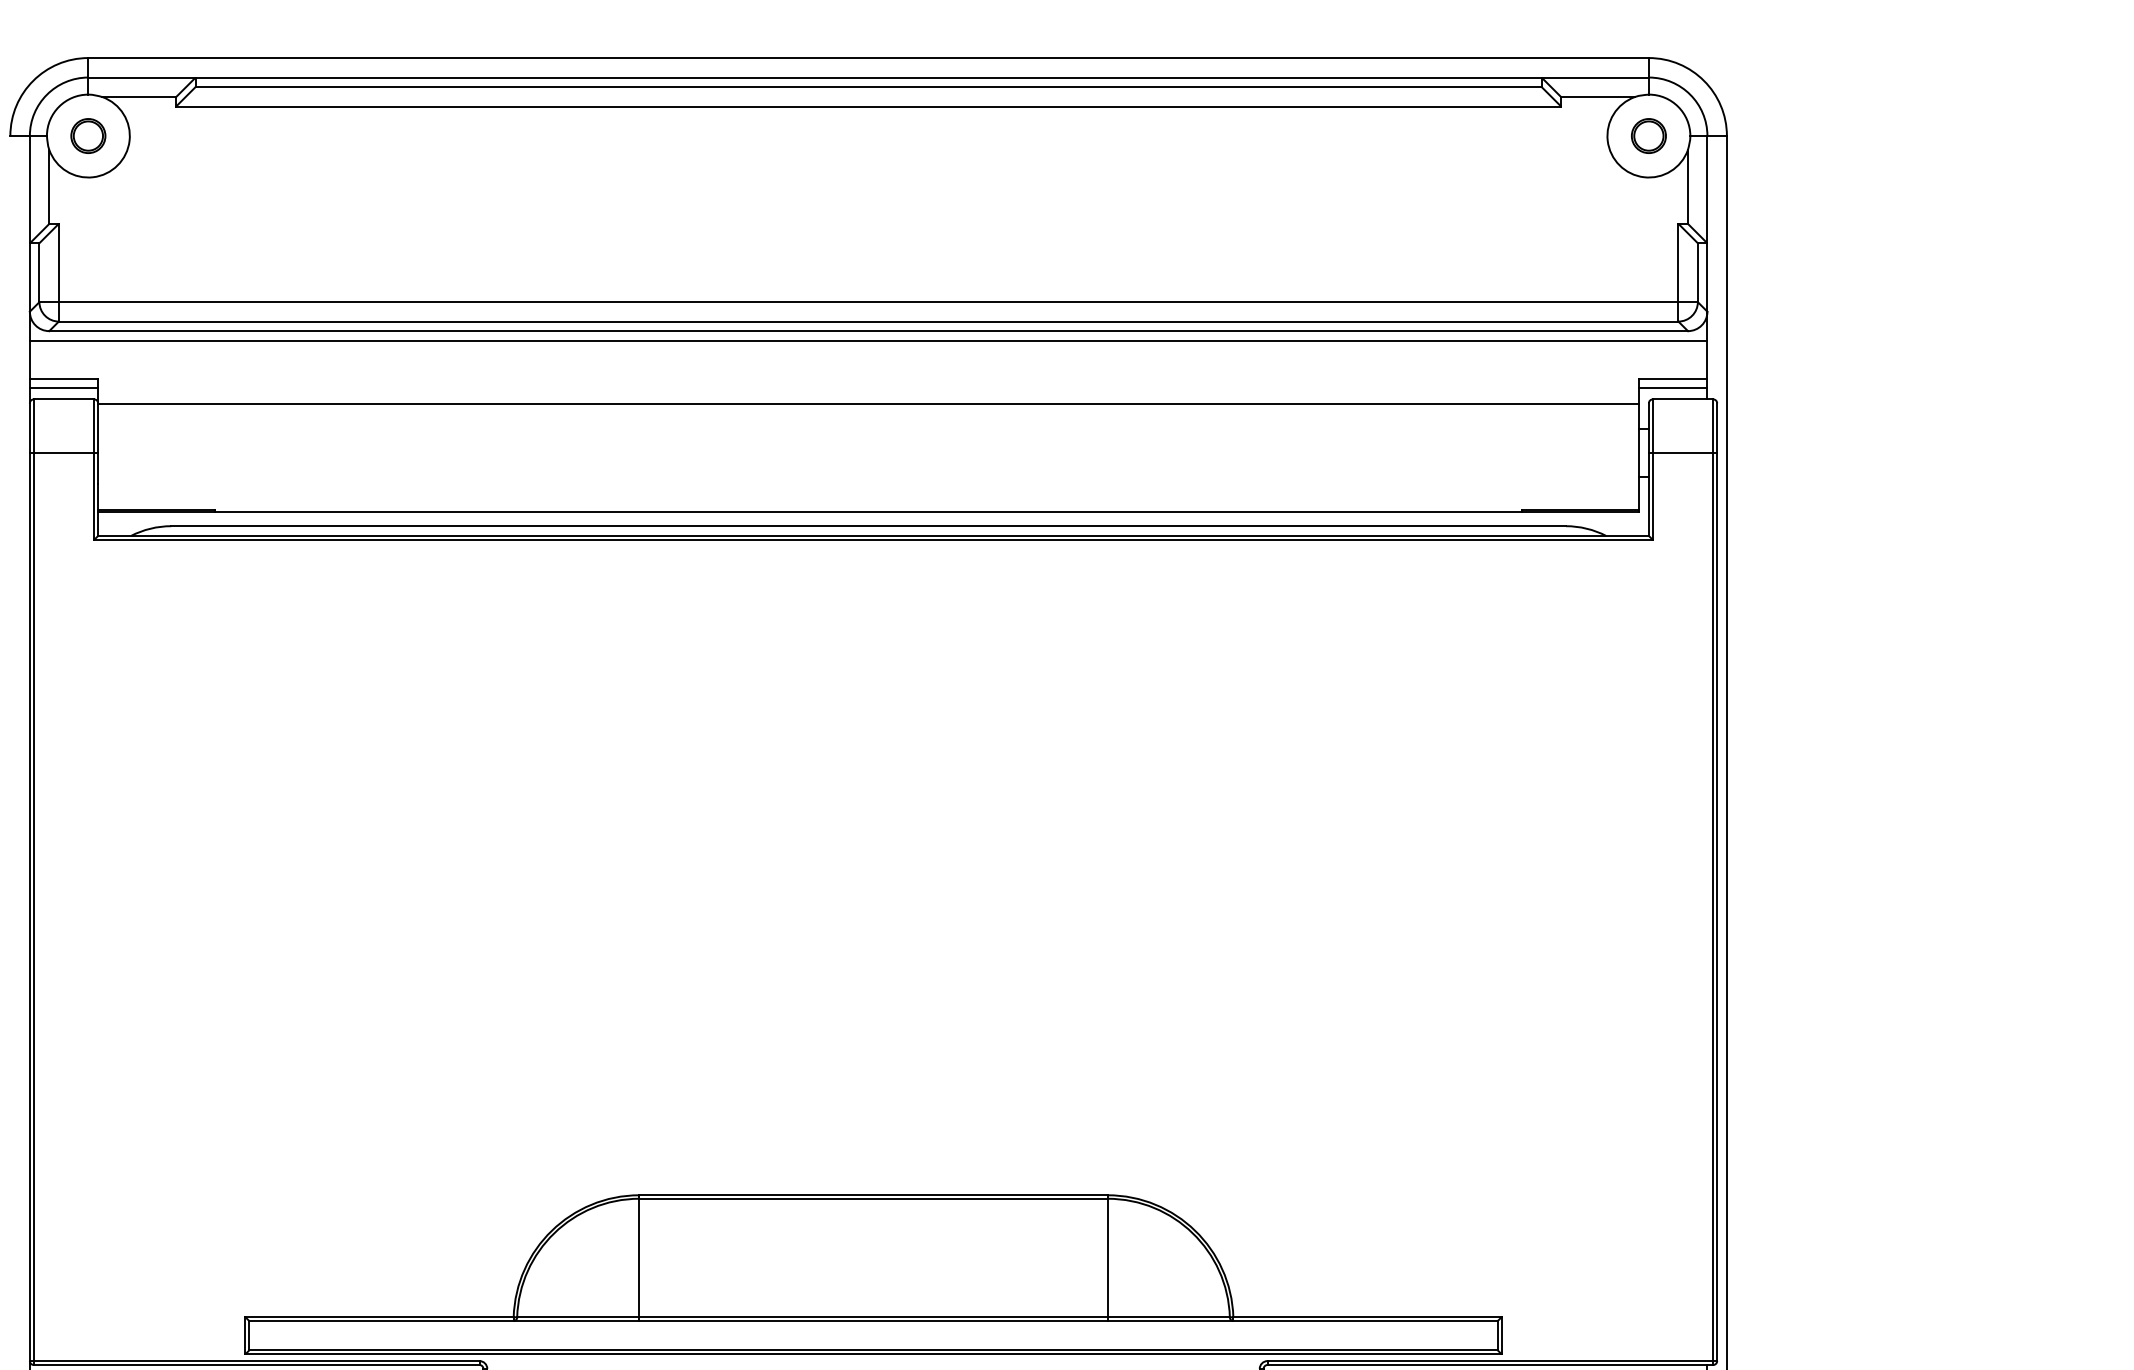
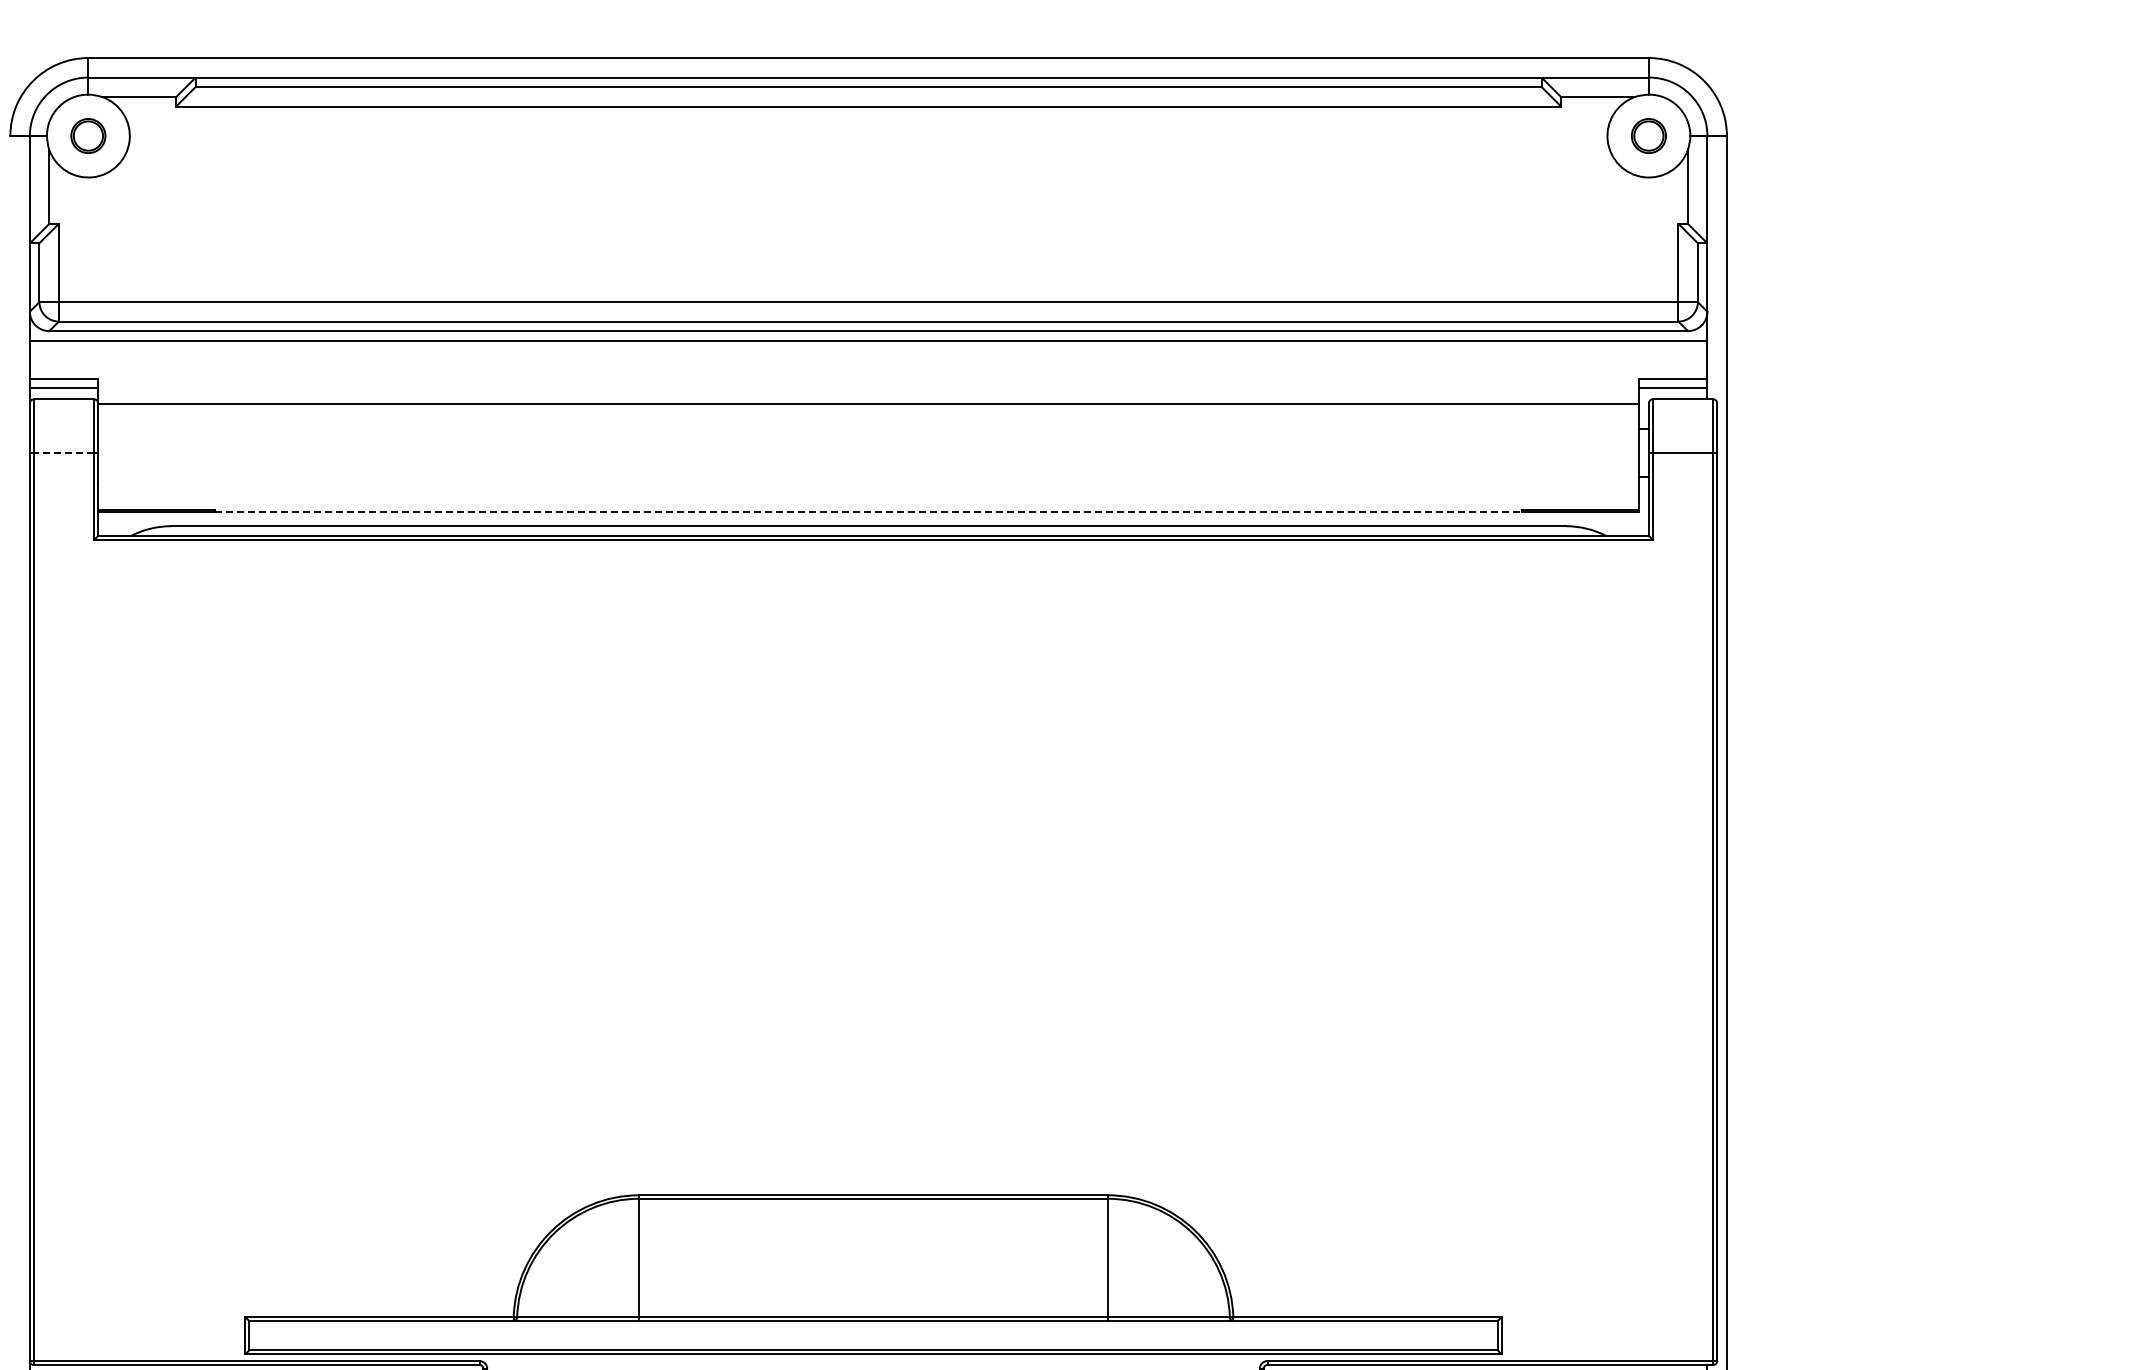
line at (63, 453): solid -> dashed
line at (869, 511): solid -> dashed
